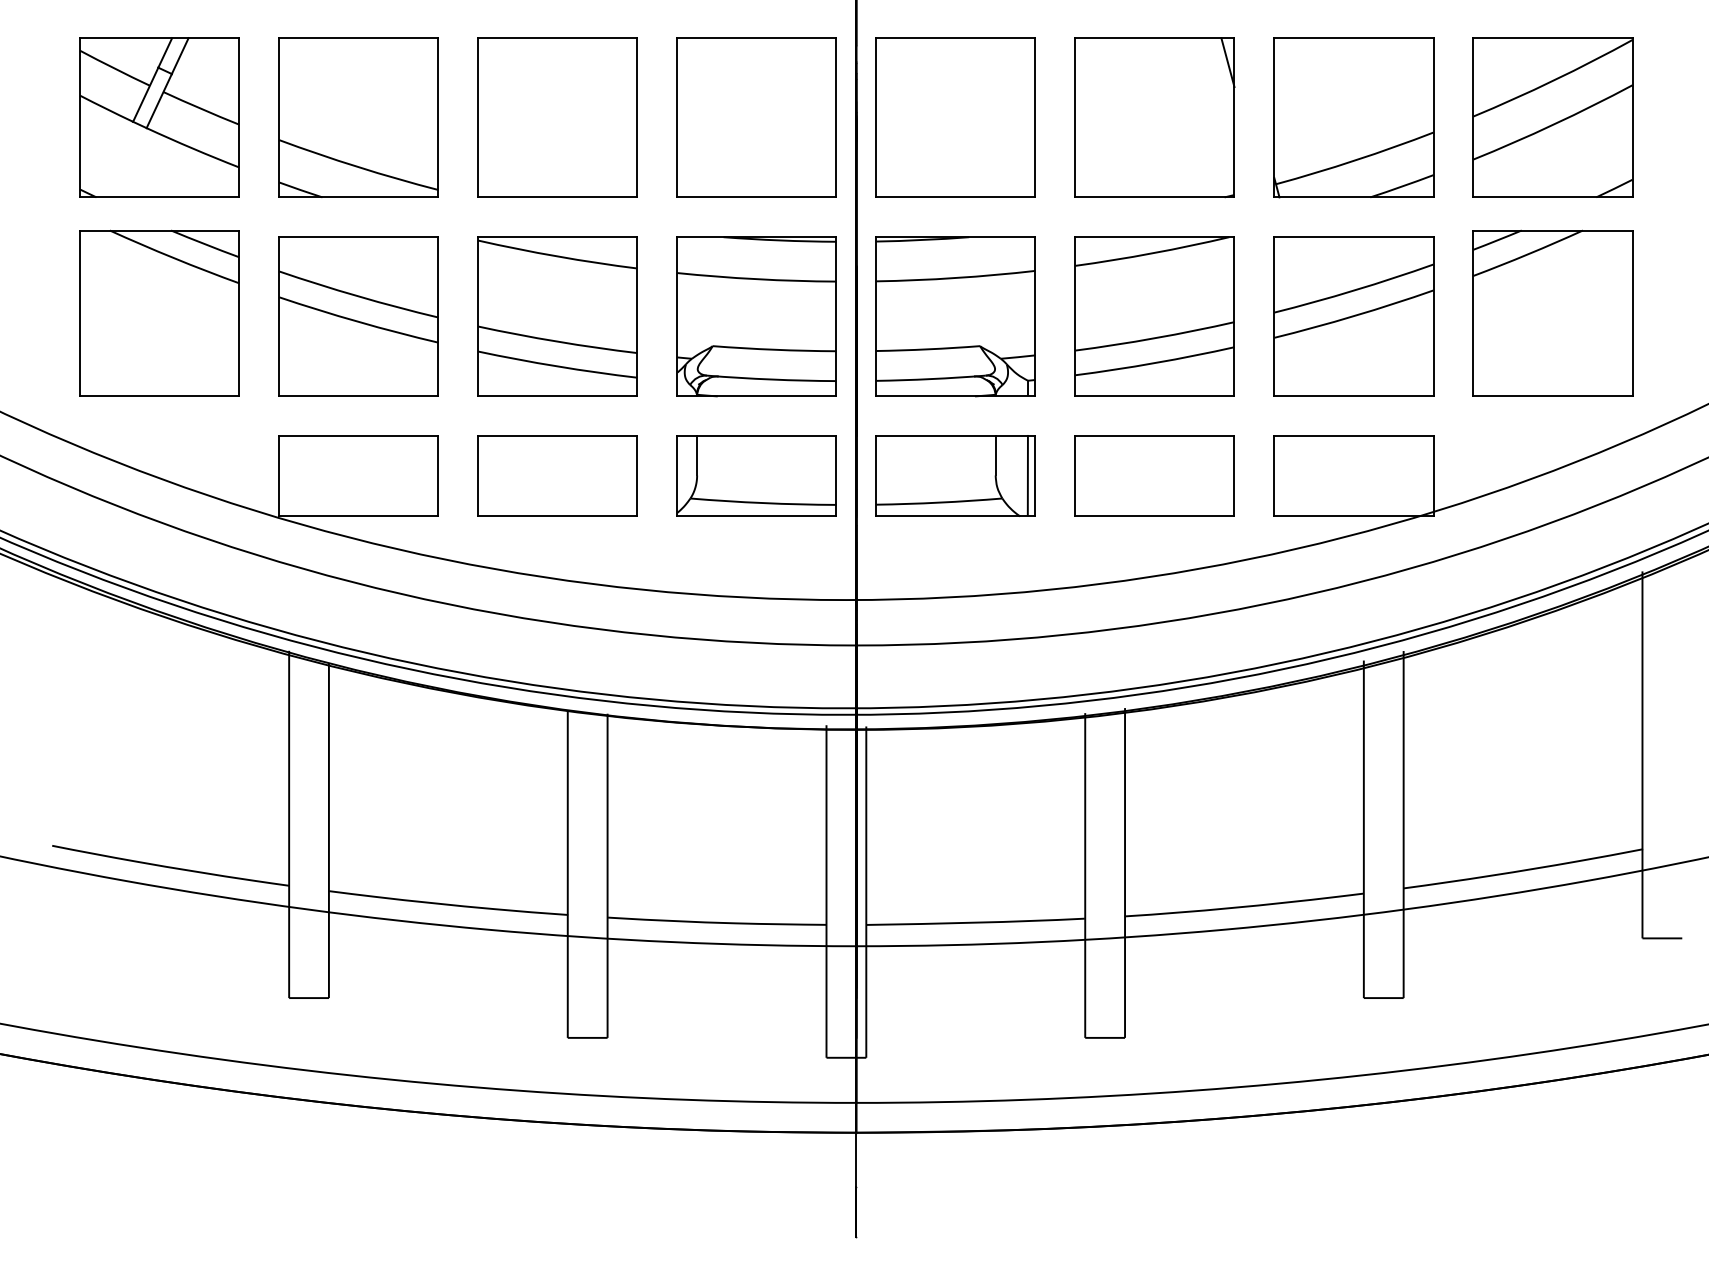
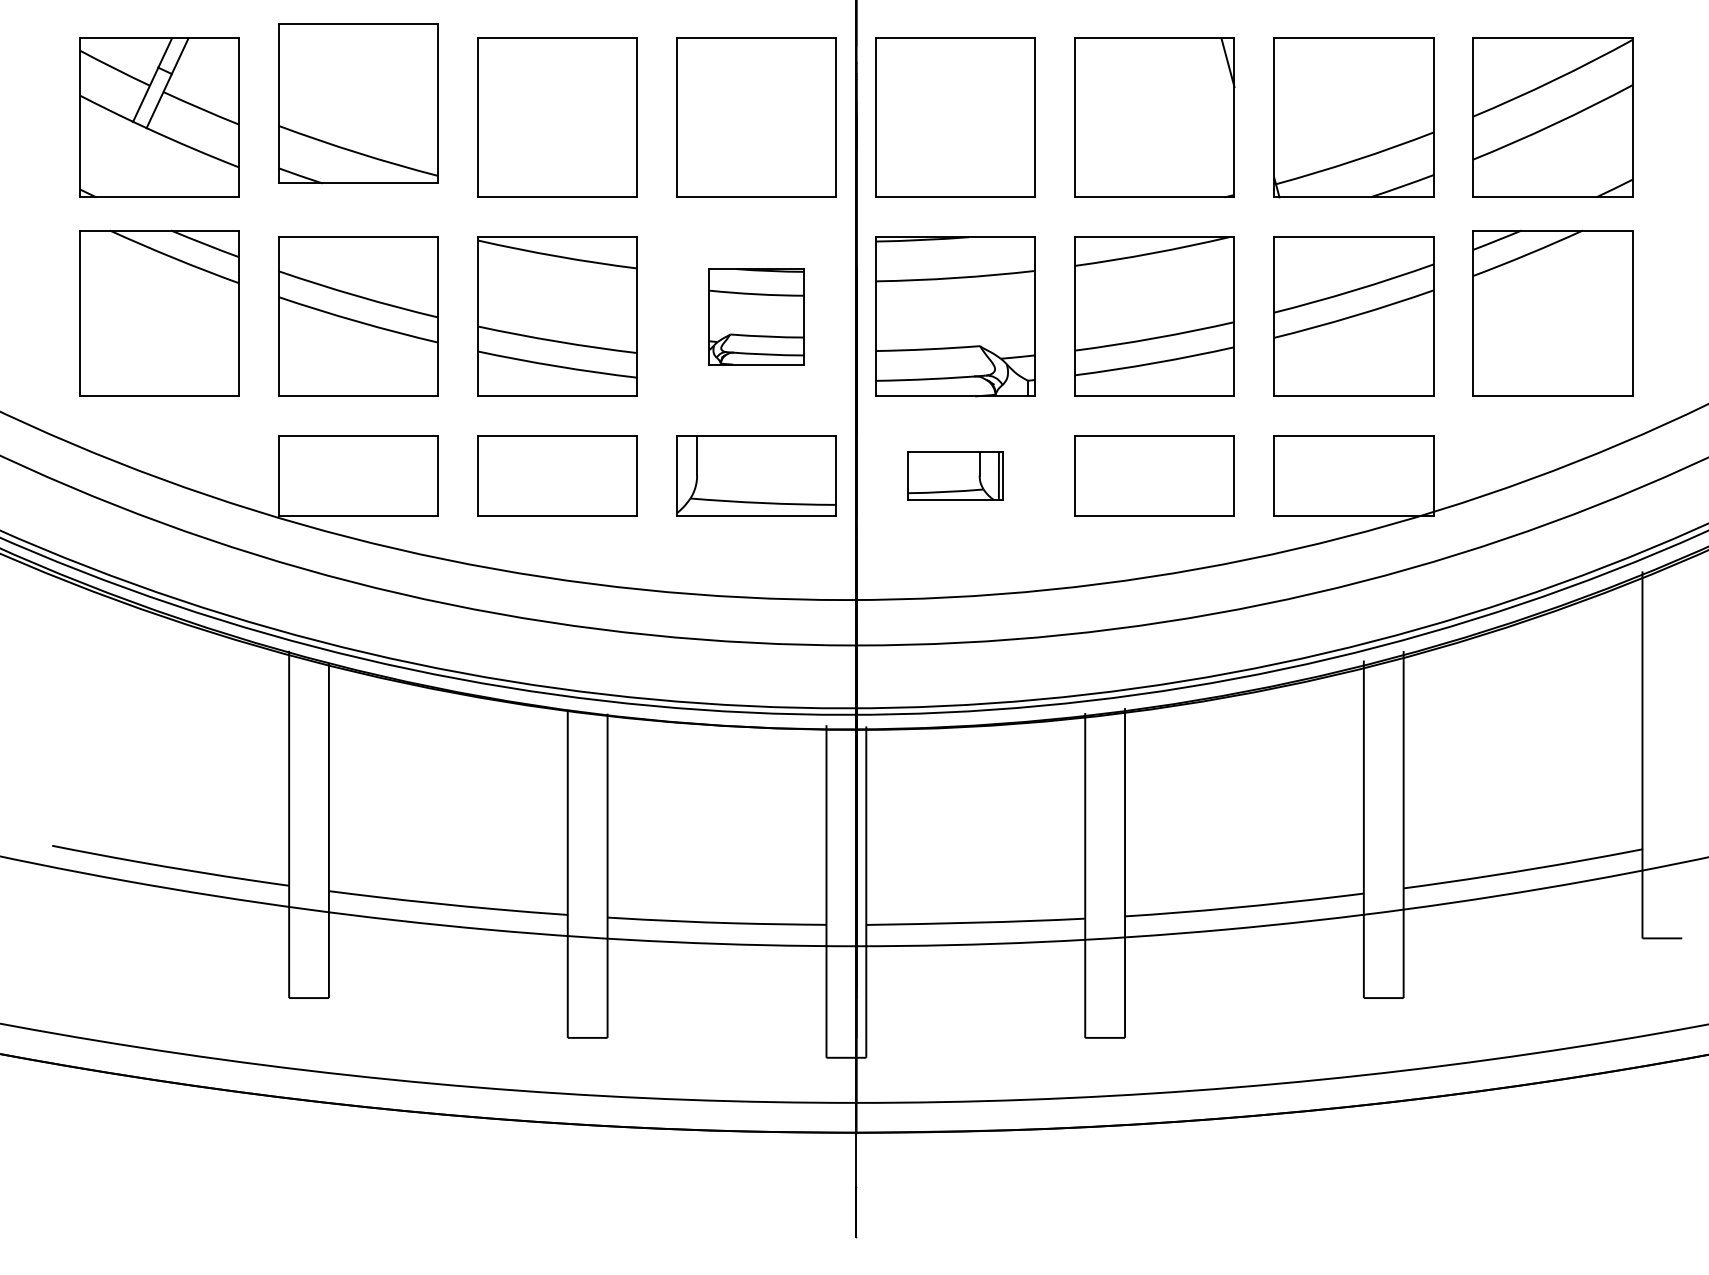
part at (358, 117) position: (358, 117) -> (358, 103)
part at (756, 316) size: 161x162 px -> 97x98 px
part at (955, 475) size: 161x82 px -> 97x50 px
